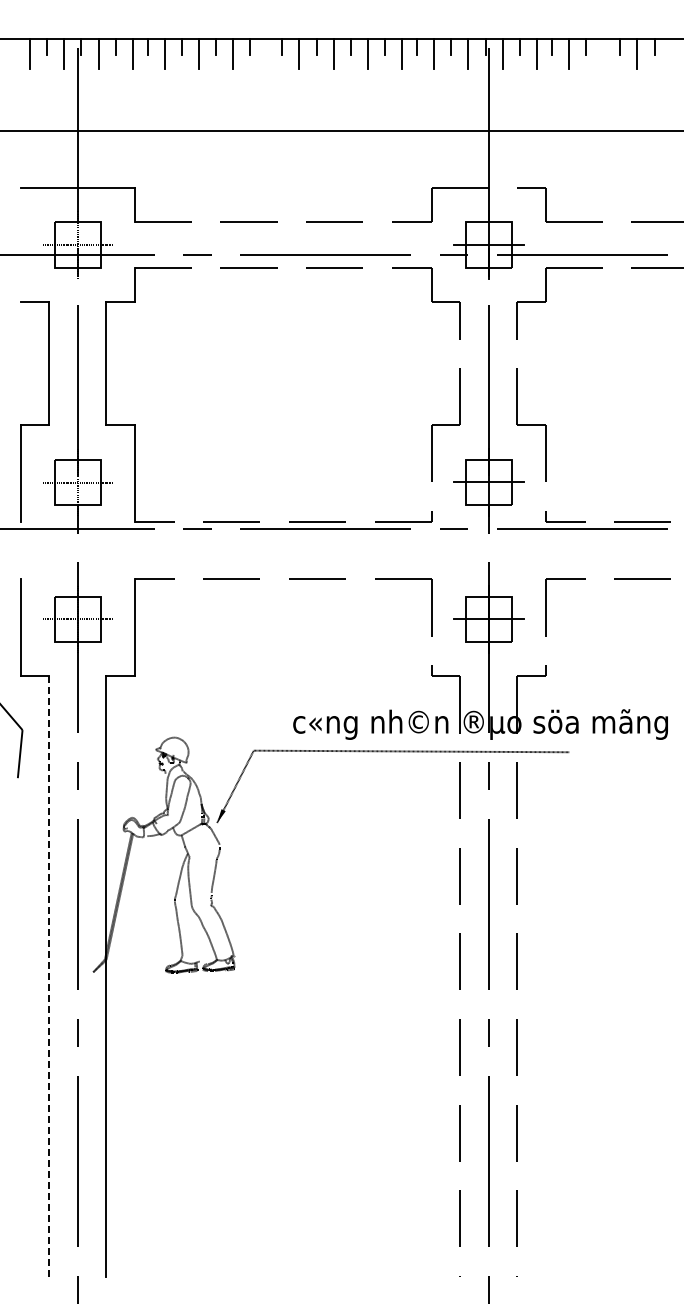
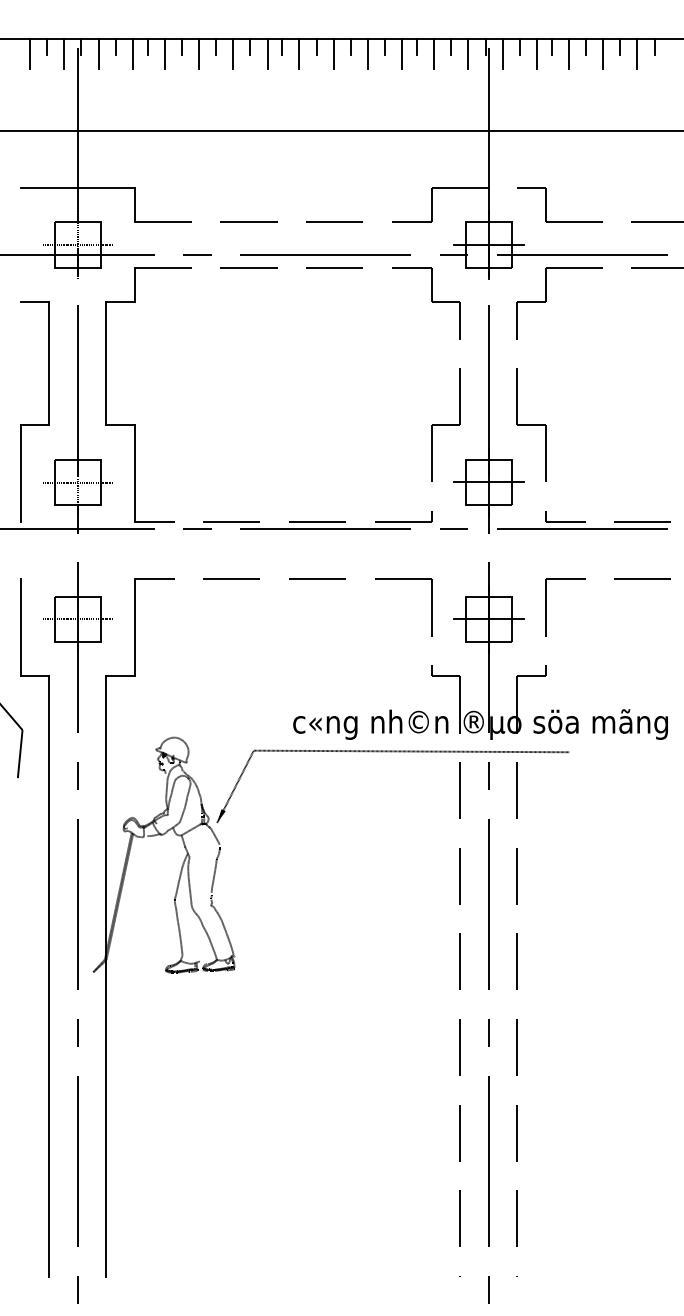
line at (267, 53): none -> present
line at (603, 53): none -> present
line at (49, 977): dashed -> solid
